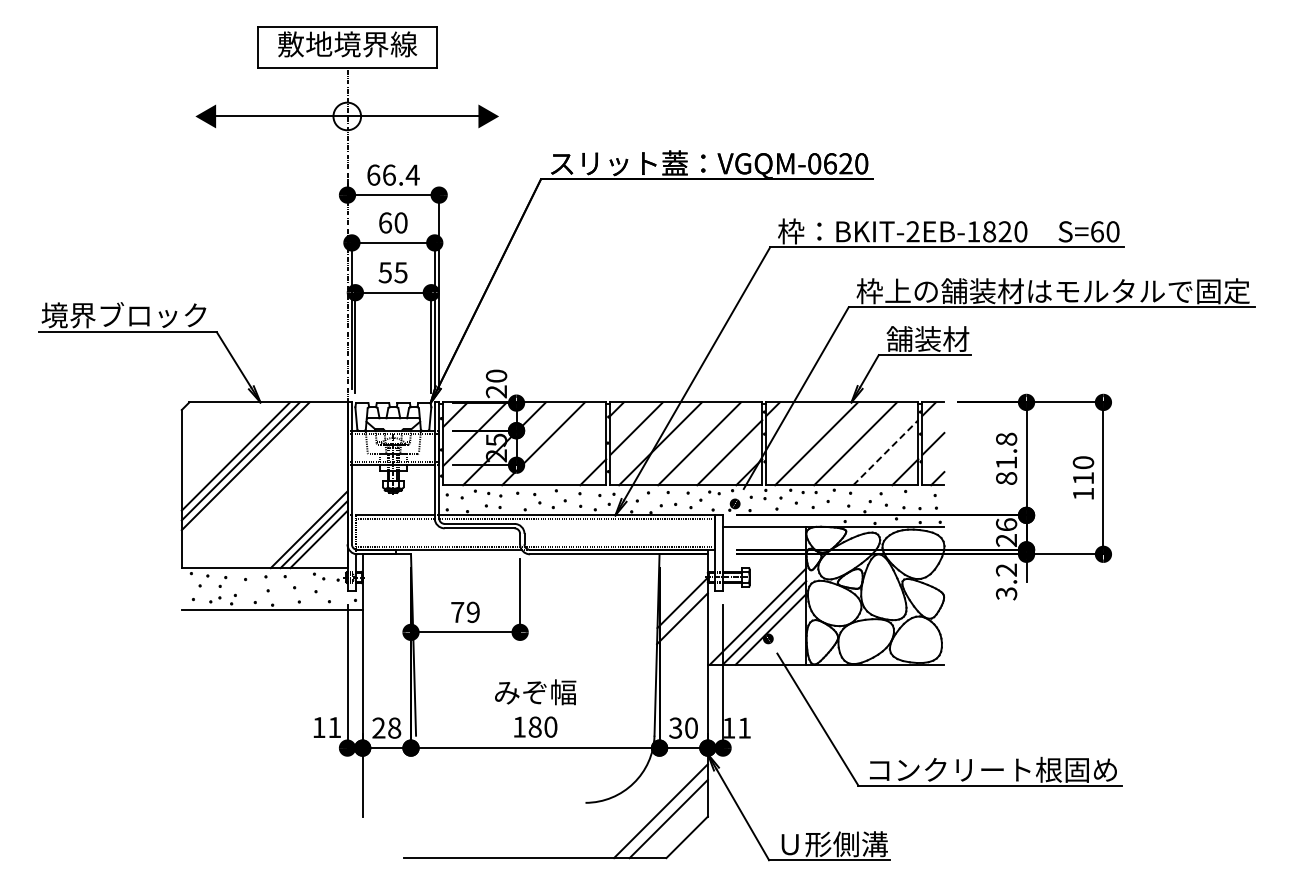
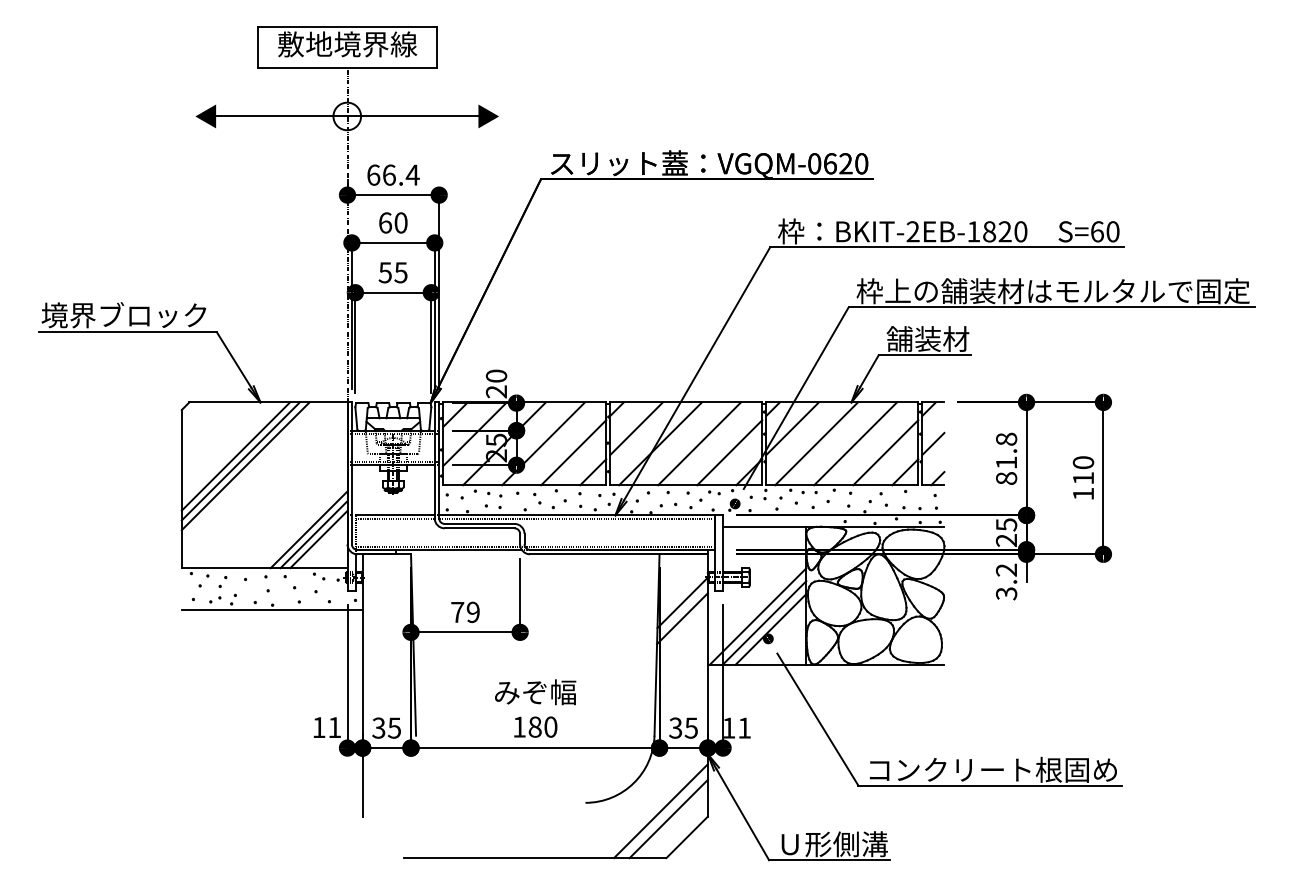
line at (792, 428): none -> present
line at (573, 452): none -> present
line at (886, 452): dashed -> solid
text at (1006, 524): 26 -> 25
text at (386, 727): 28 -> 35
text at (690, 727): 30 -> 35
